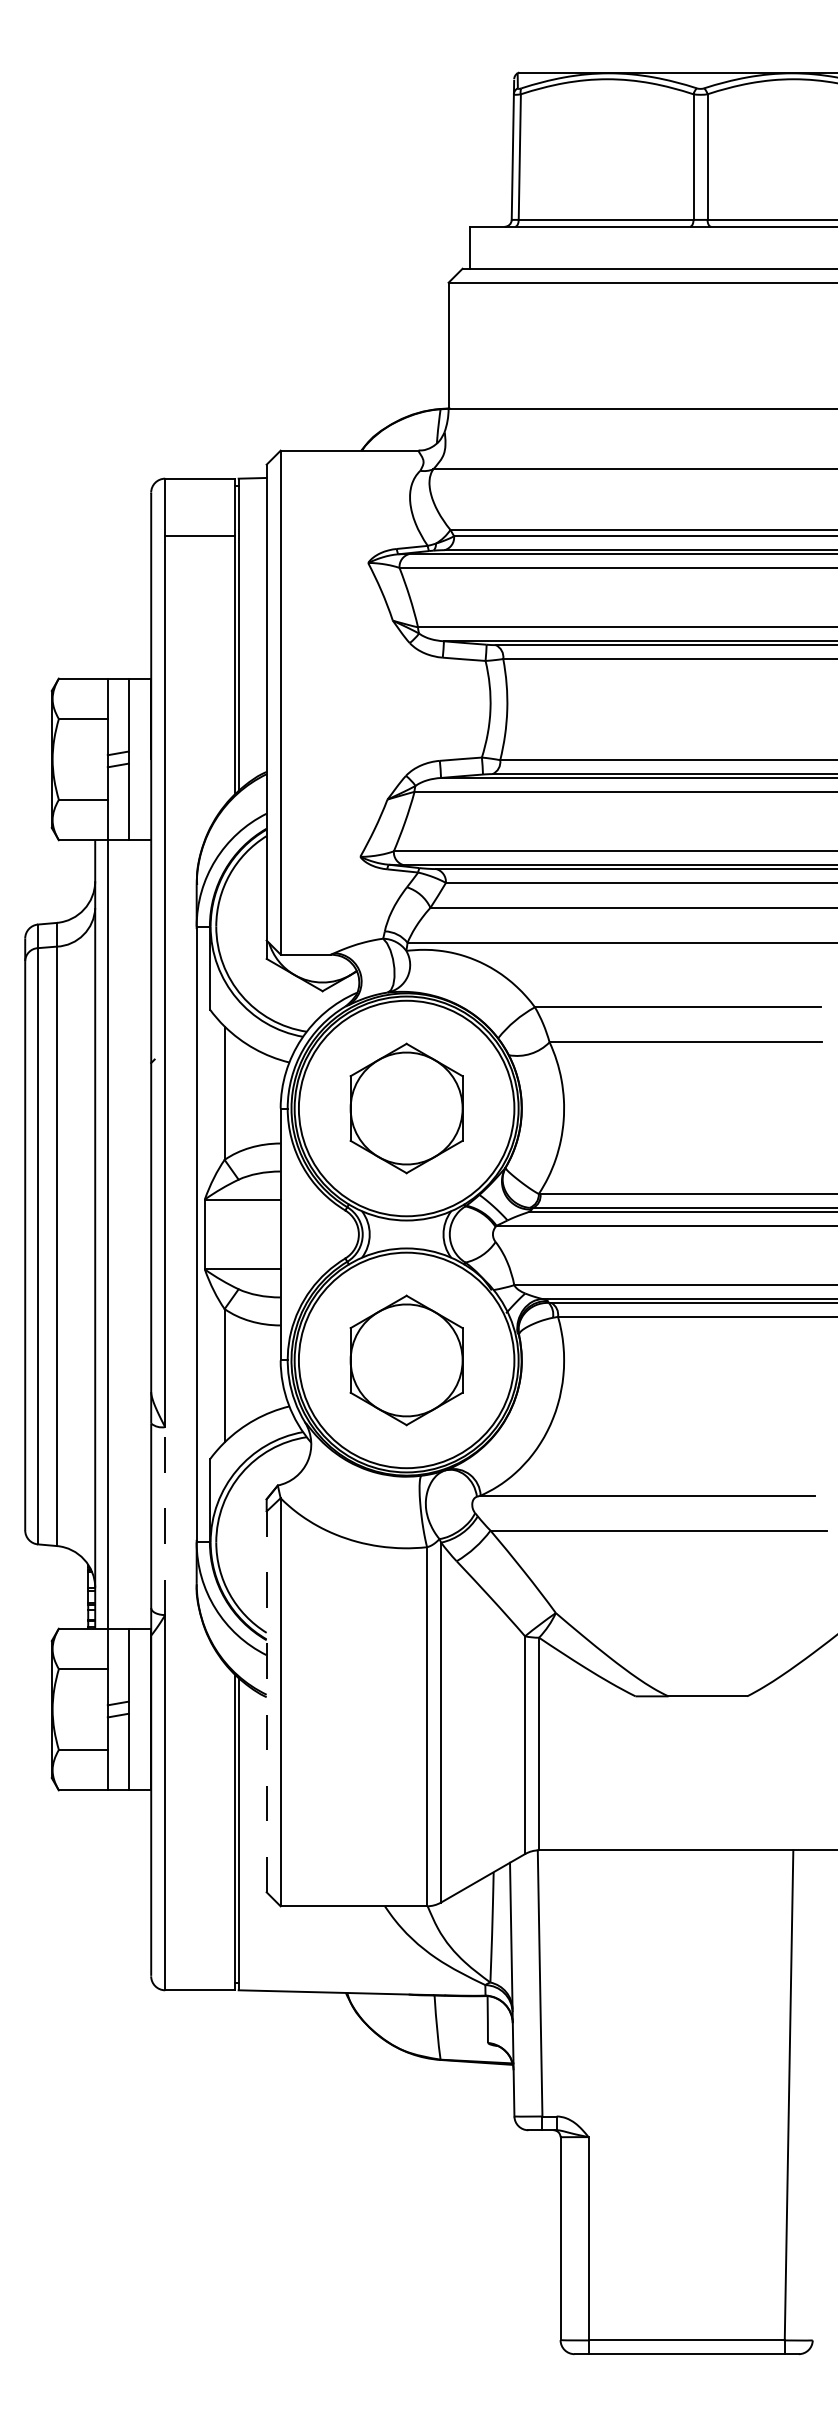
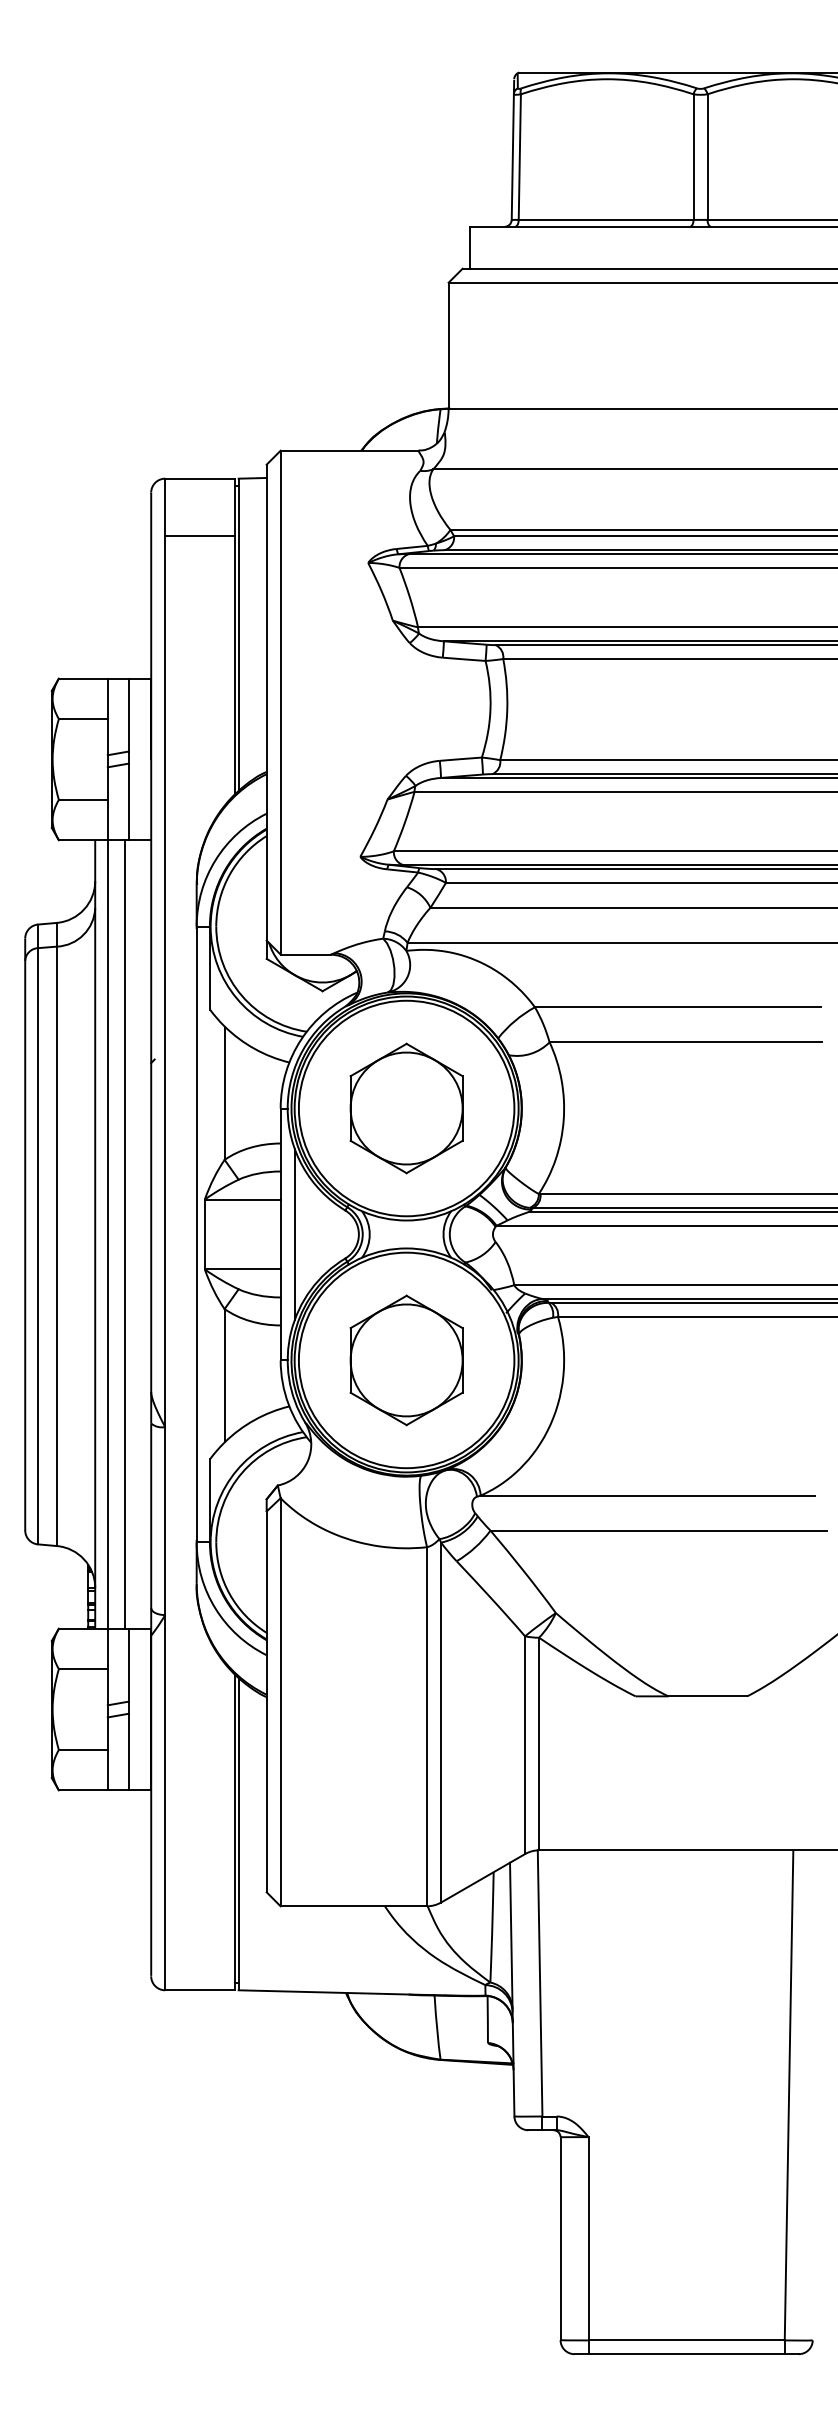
line at (124, 1234): none -> present
line at (294, 1234): none -> present
line at (165, 1521): dashed -> solid
line at (266, 1701): dashed -> solid
